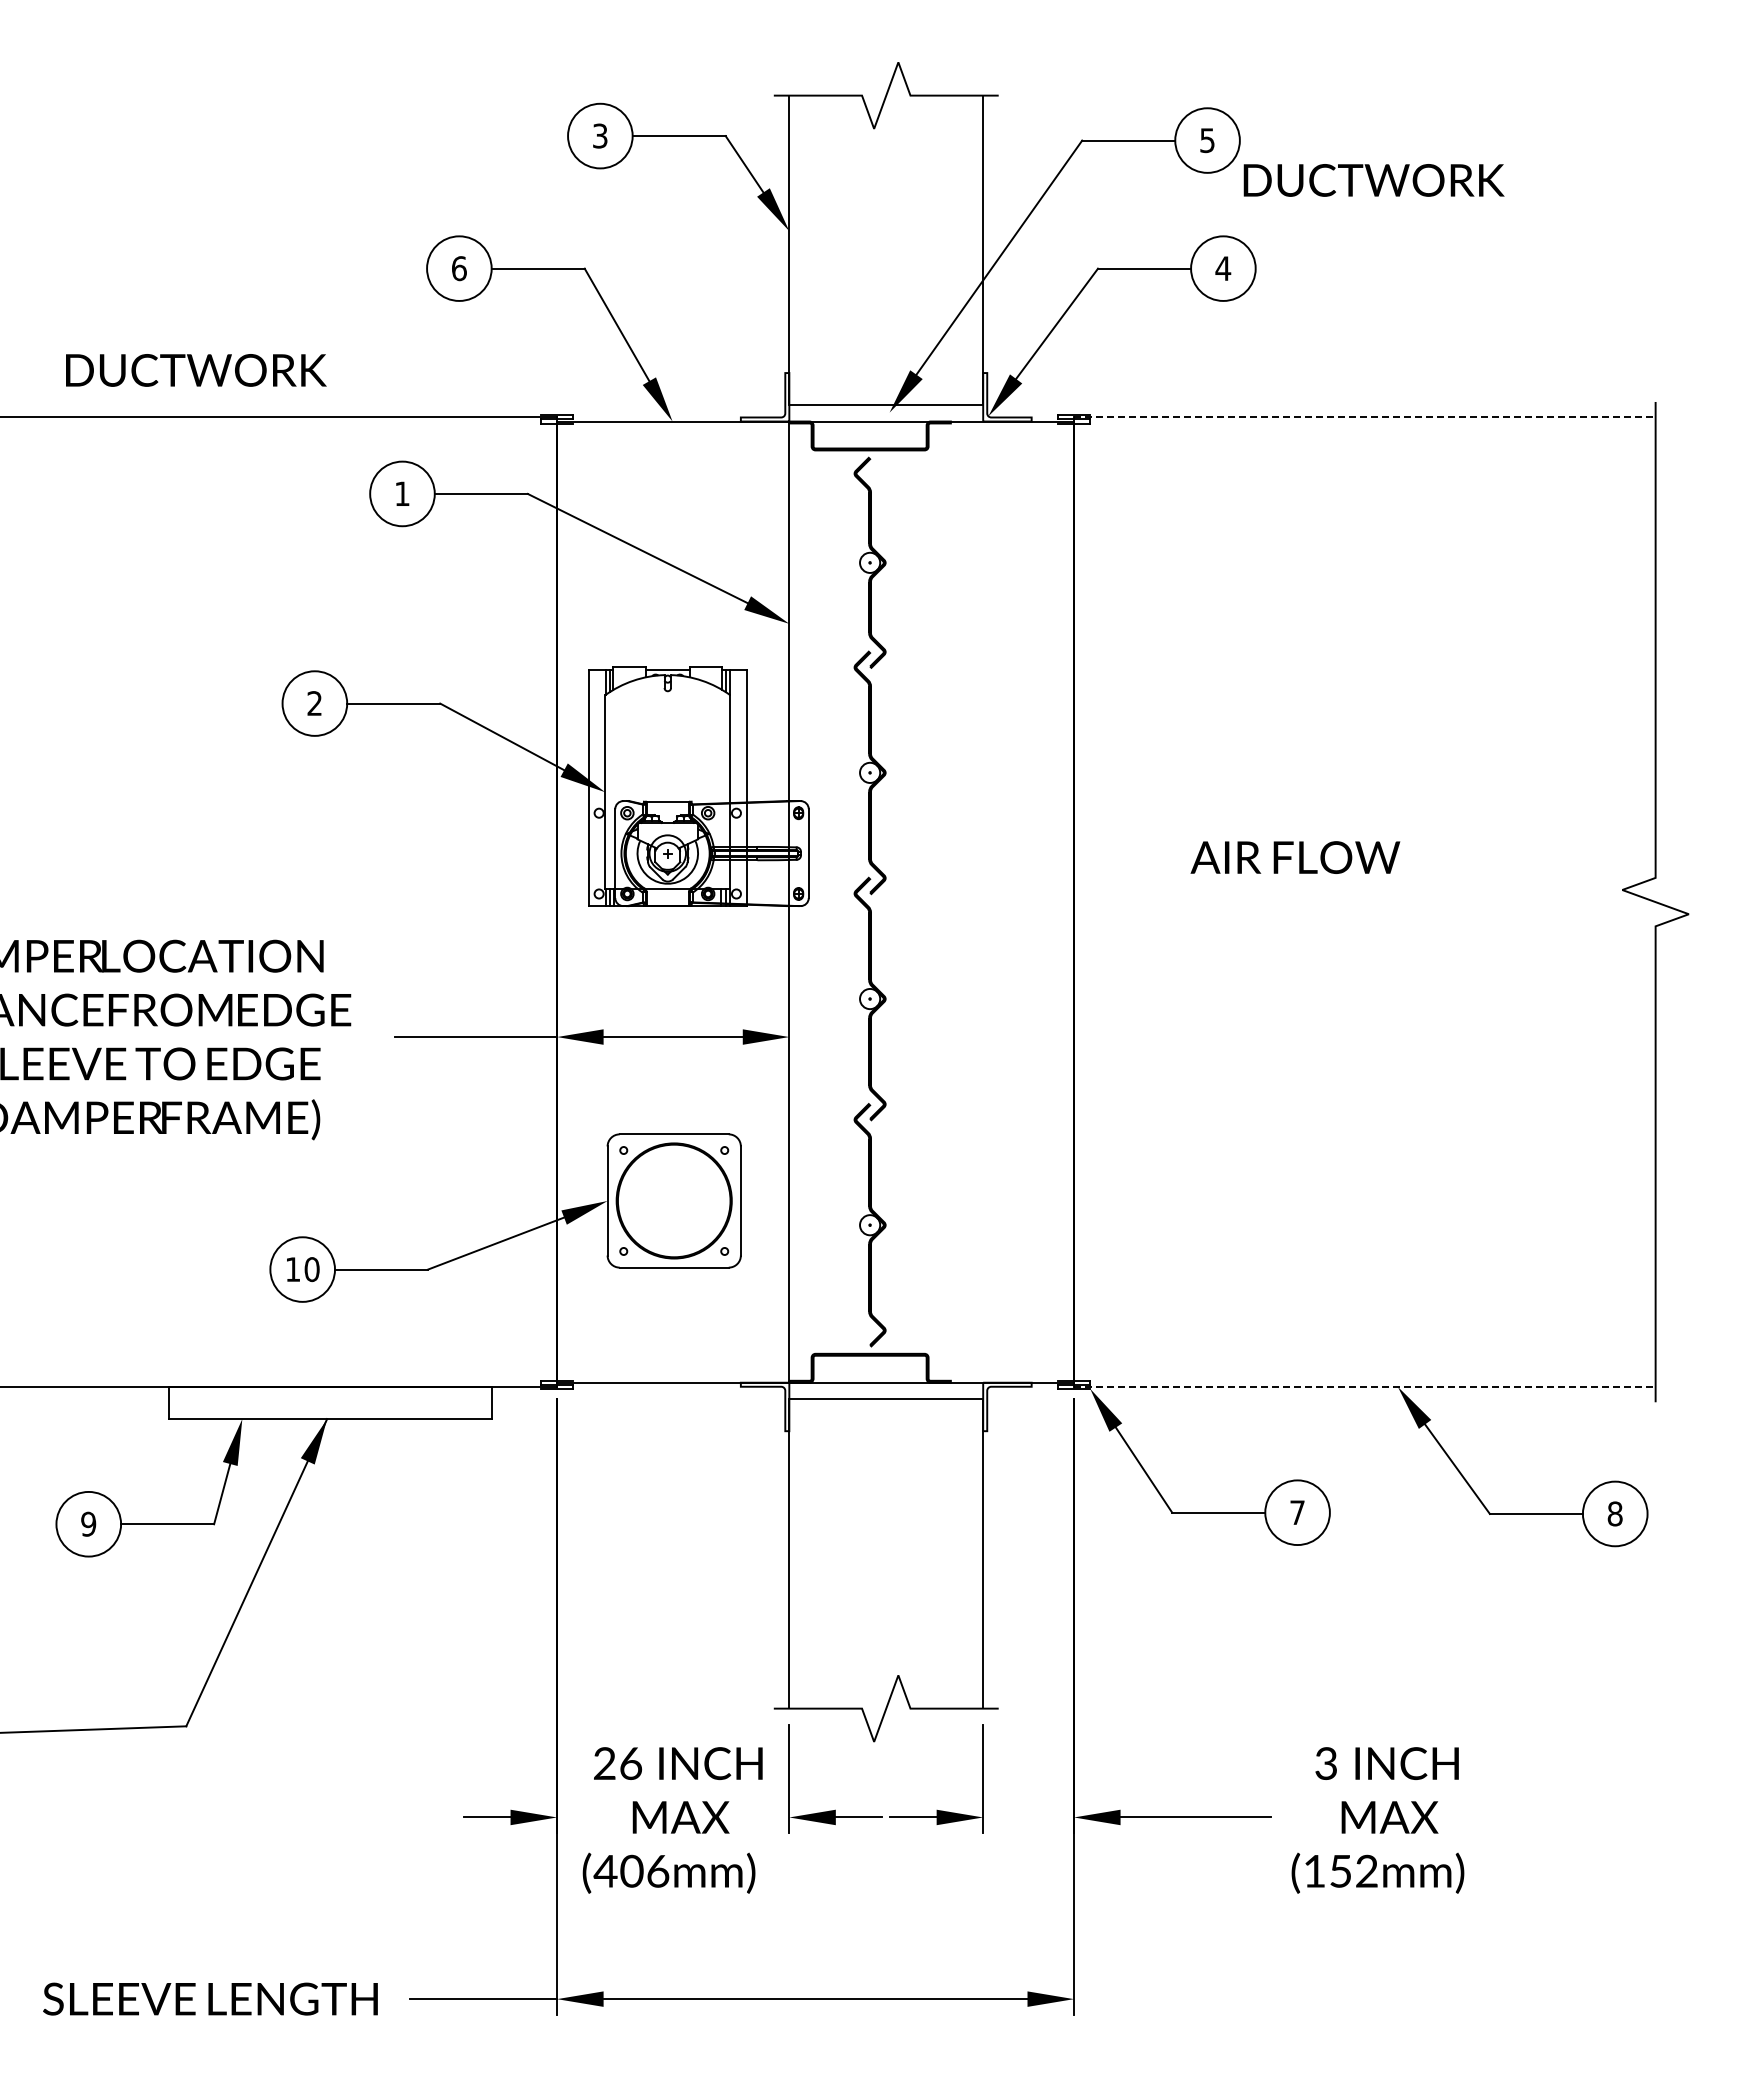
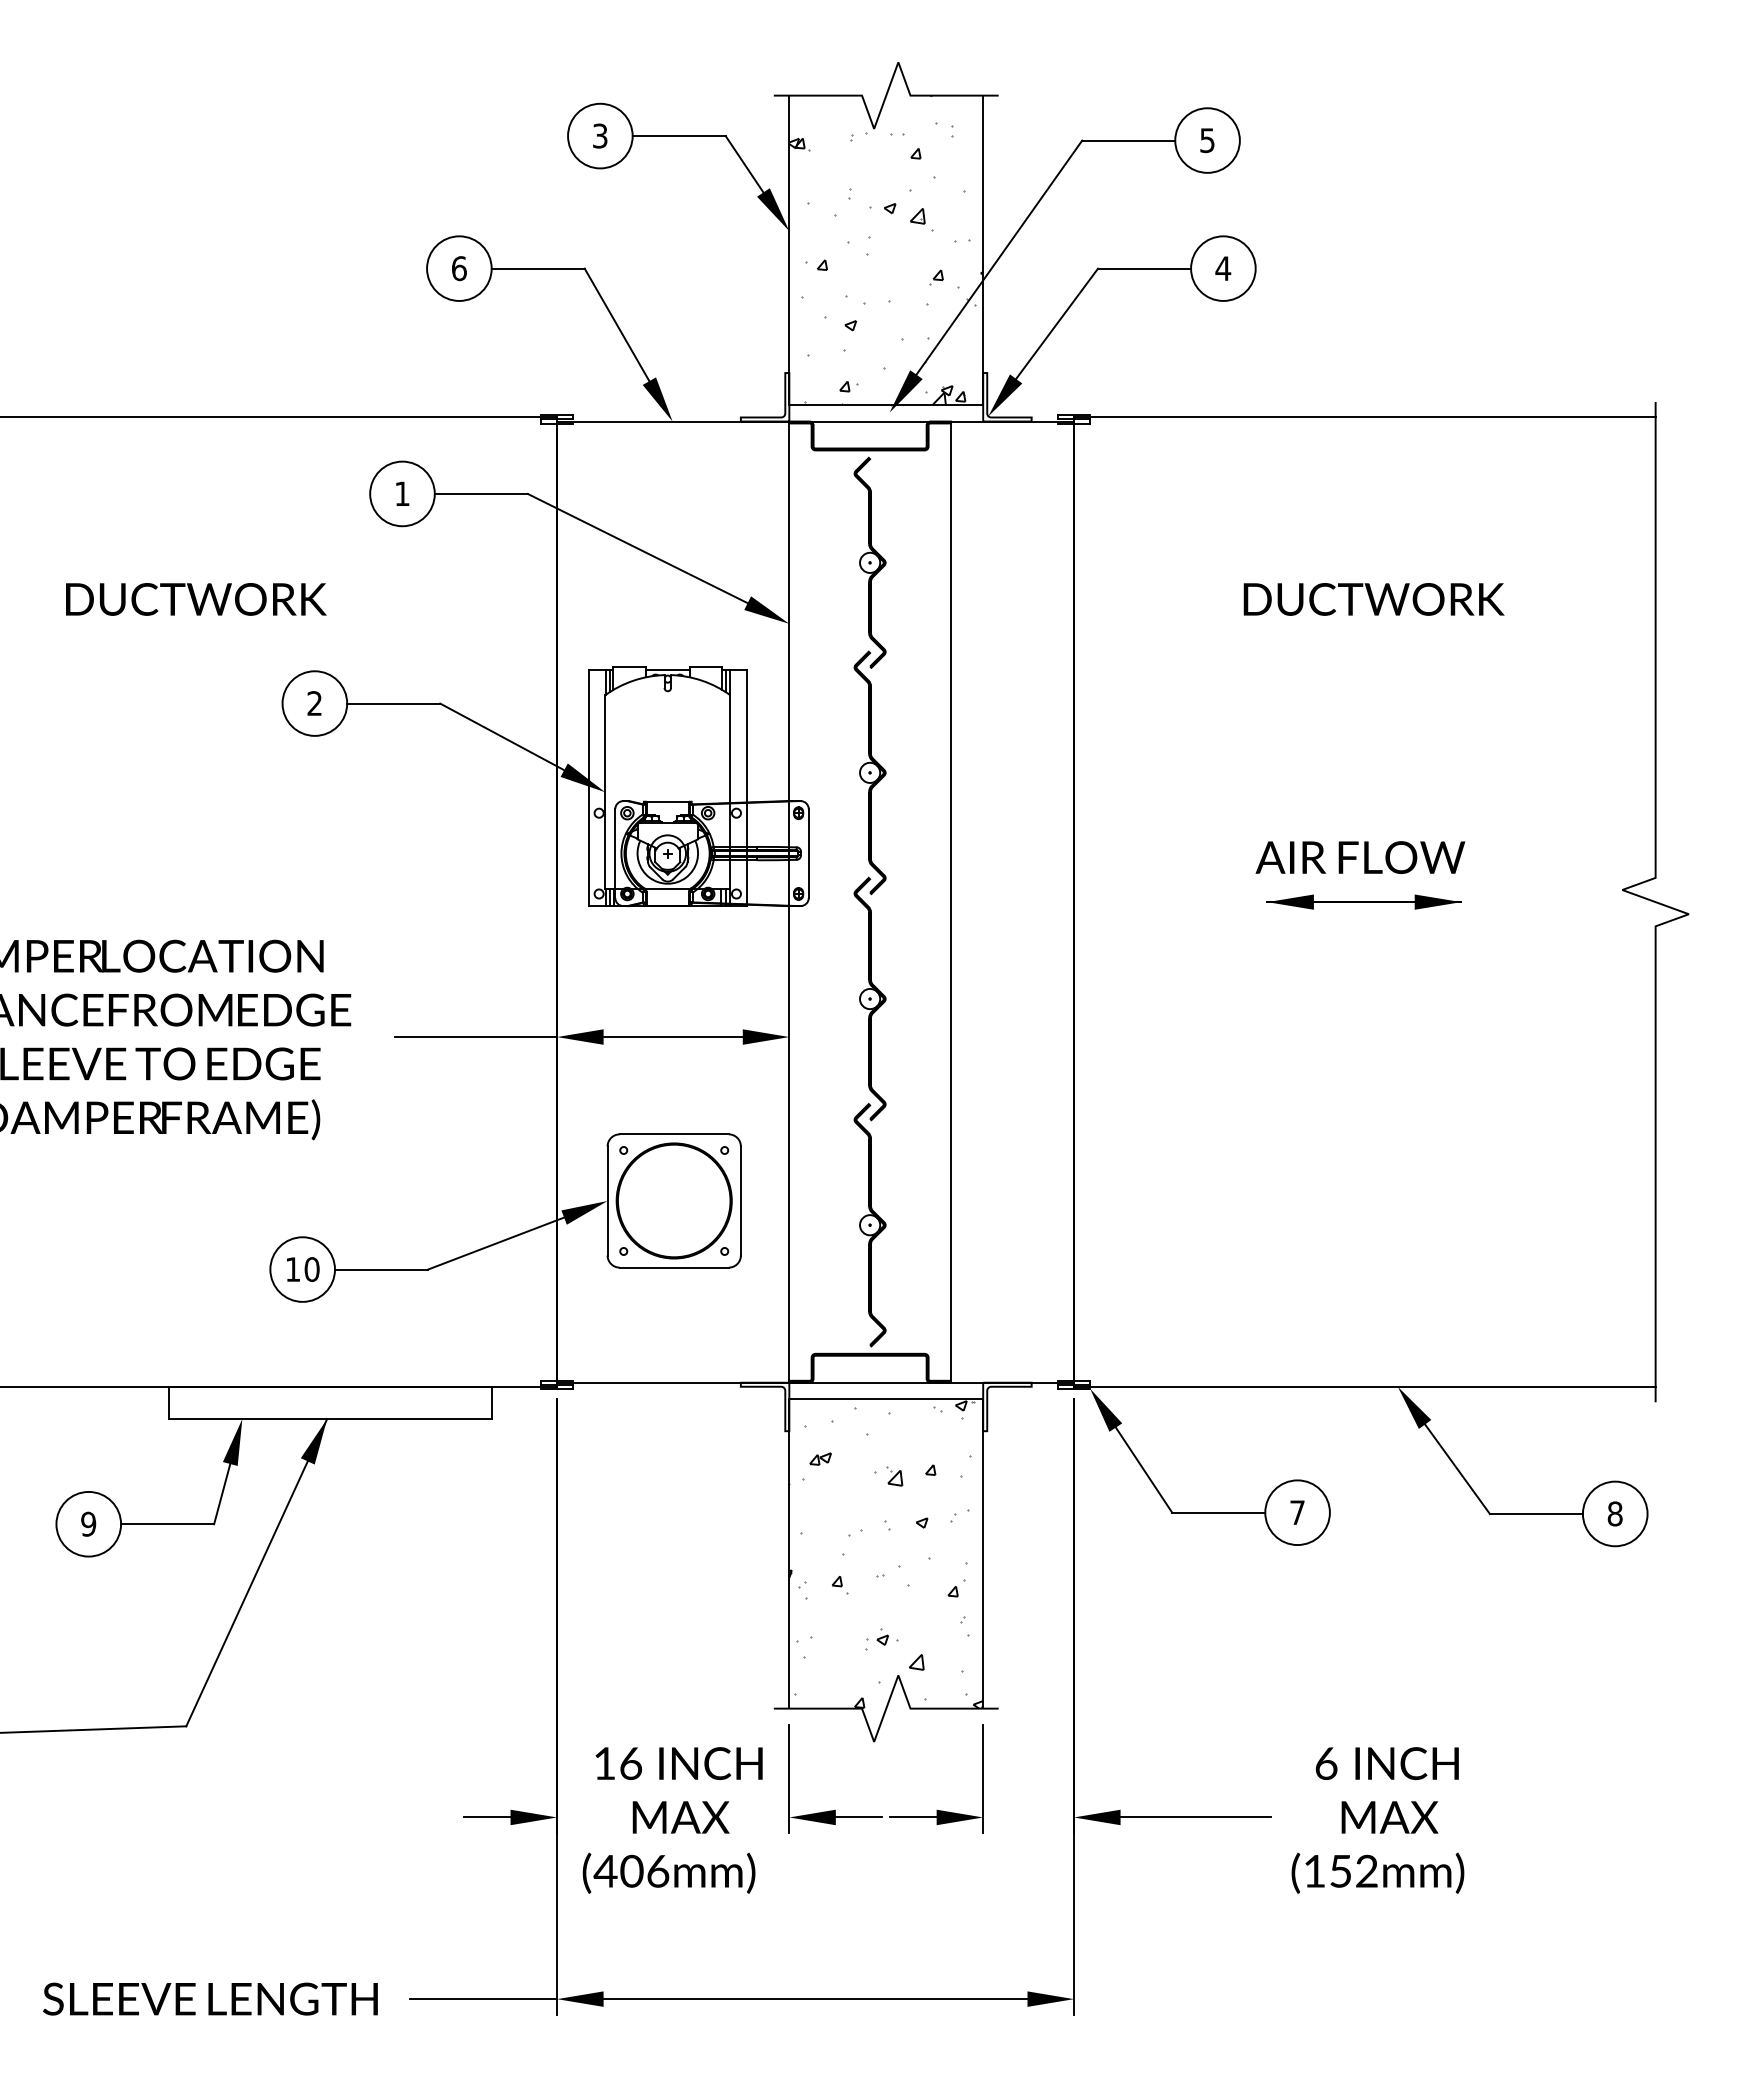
text at (1373, 180) position: (1373, 180) -> (1373, 599)
hatch at (886, 250): none -> present
text at (196, 370) position: (196, 370) -> (196, 599)
line at (1364, 417): dashed -> solid
text at (1295, 857) position: (1295, 857) -> (1360, 857)
line at (950, 901): none -> present
part at (1363, 901): none -> present
line at (1364, 1386): dashed -> solid
hatch at (886, 1554): none -> present
text at (604, 1763): 26 -> 16
text at (1326, 1763): 3 -> 6
